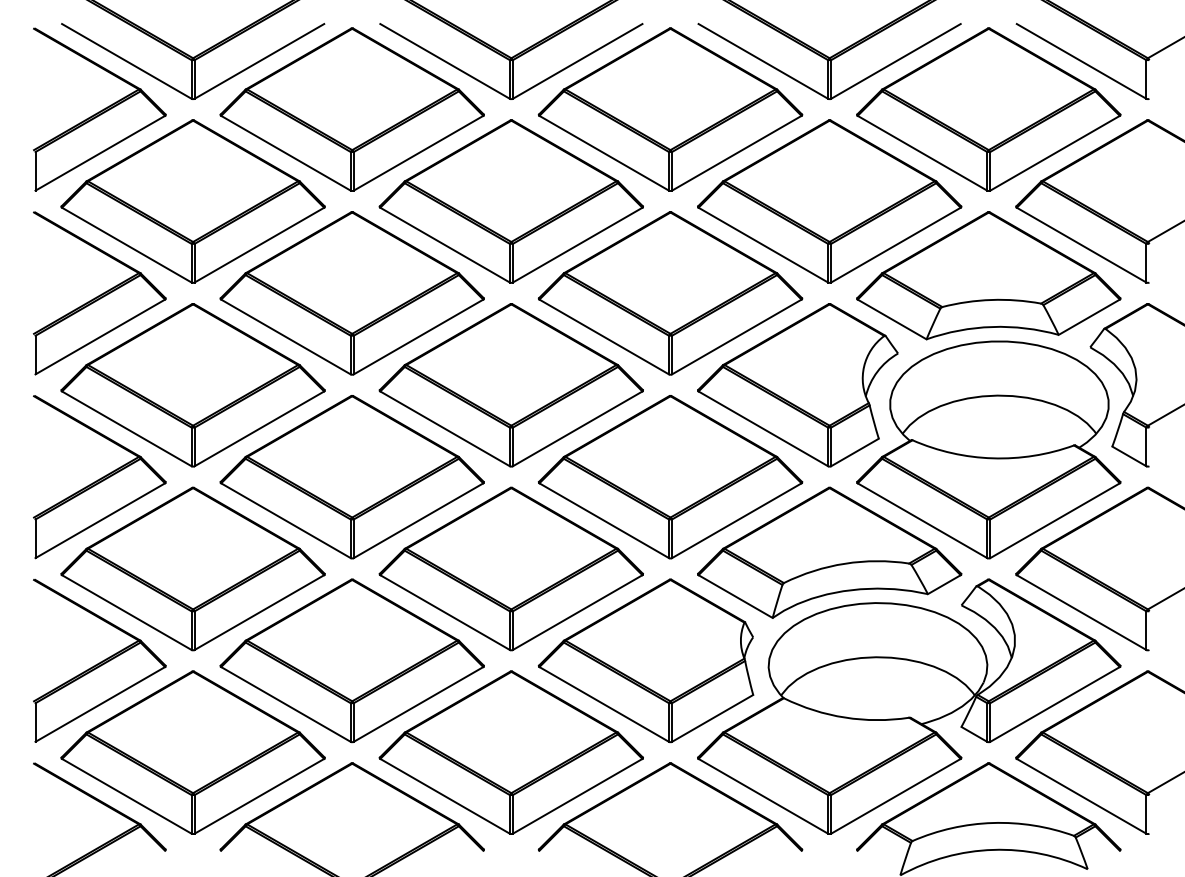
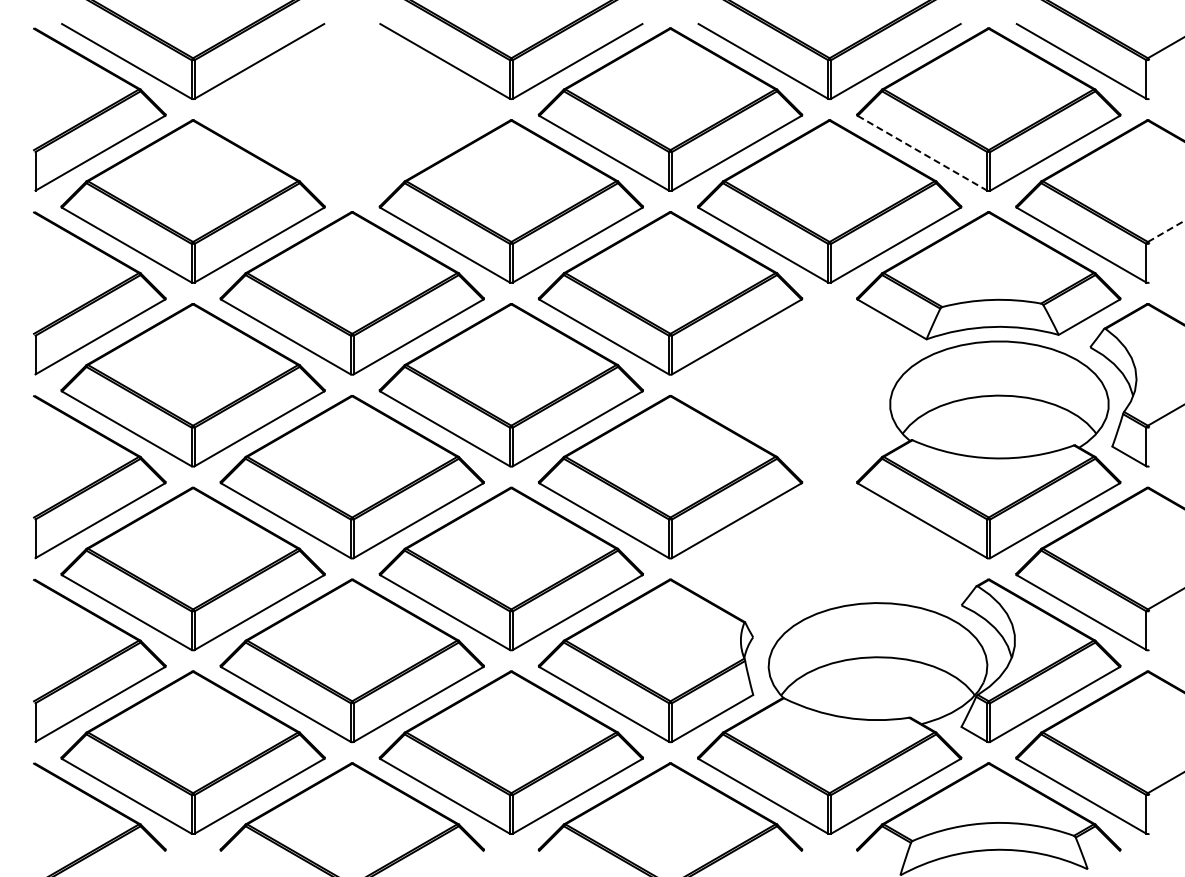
part at (351, 109): present -> none
line at (922, 153): solid -> dashed
line at (1166, 231): solid -> dashed
part at (797, 385): present -> none
part at (829, 552): present -> none
